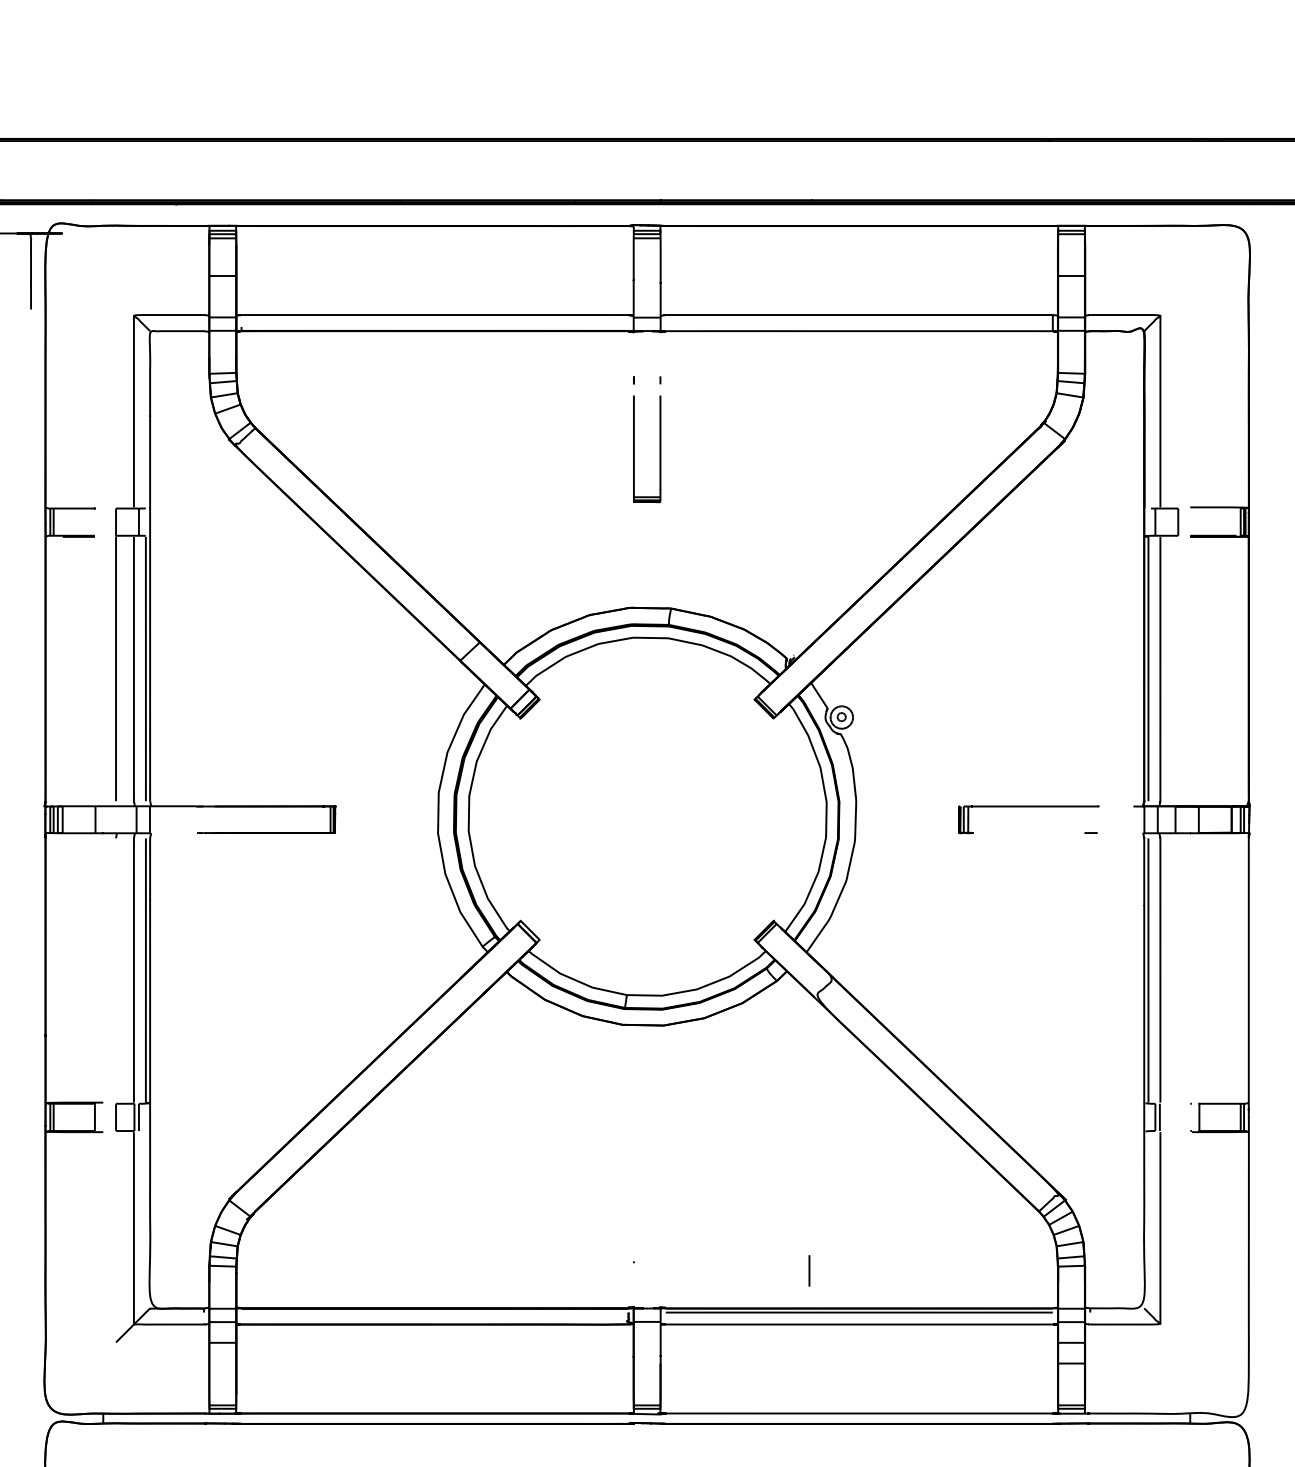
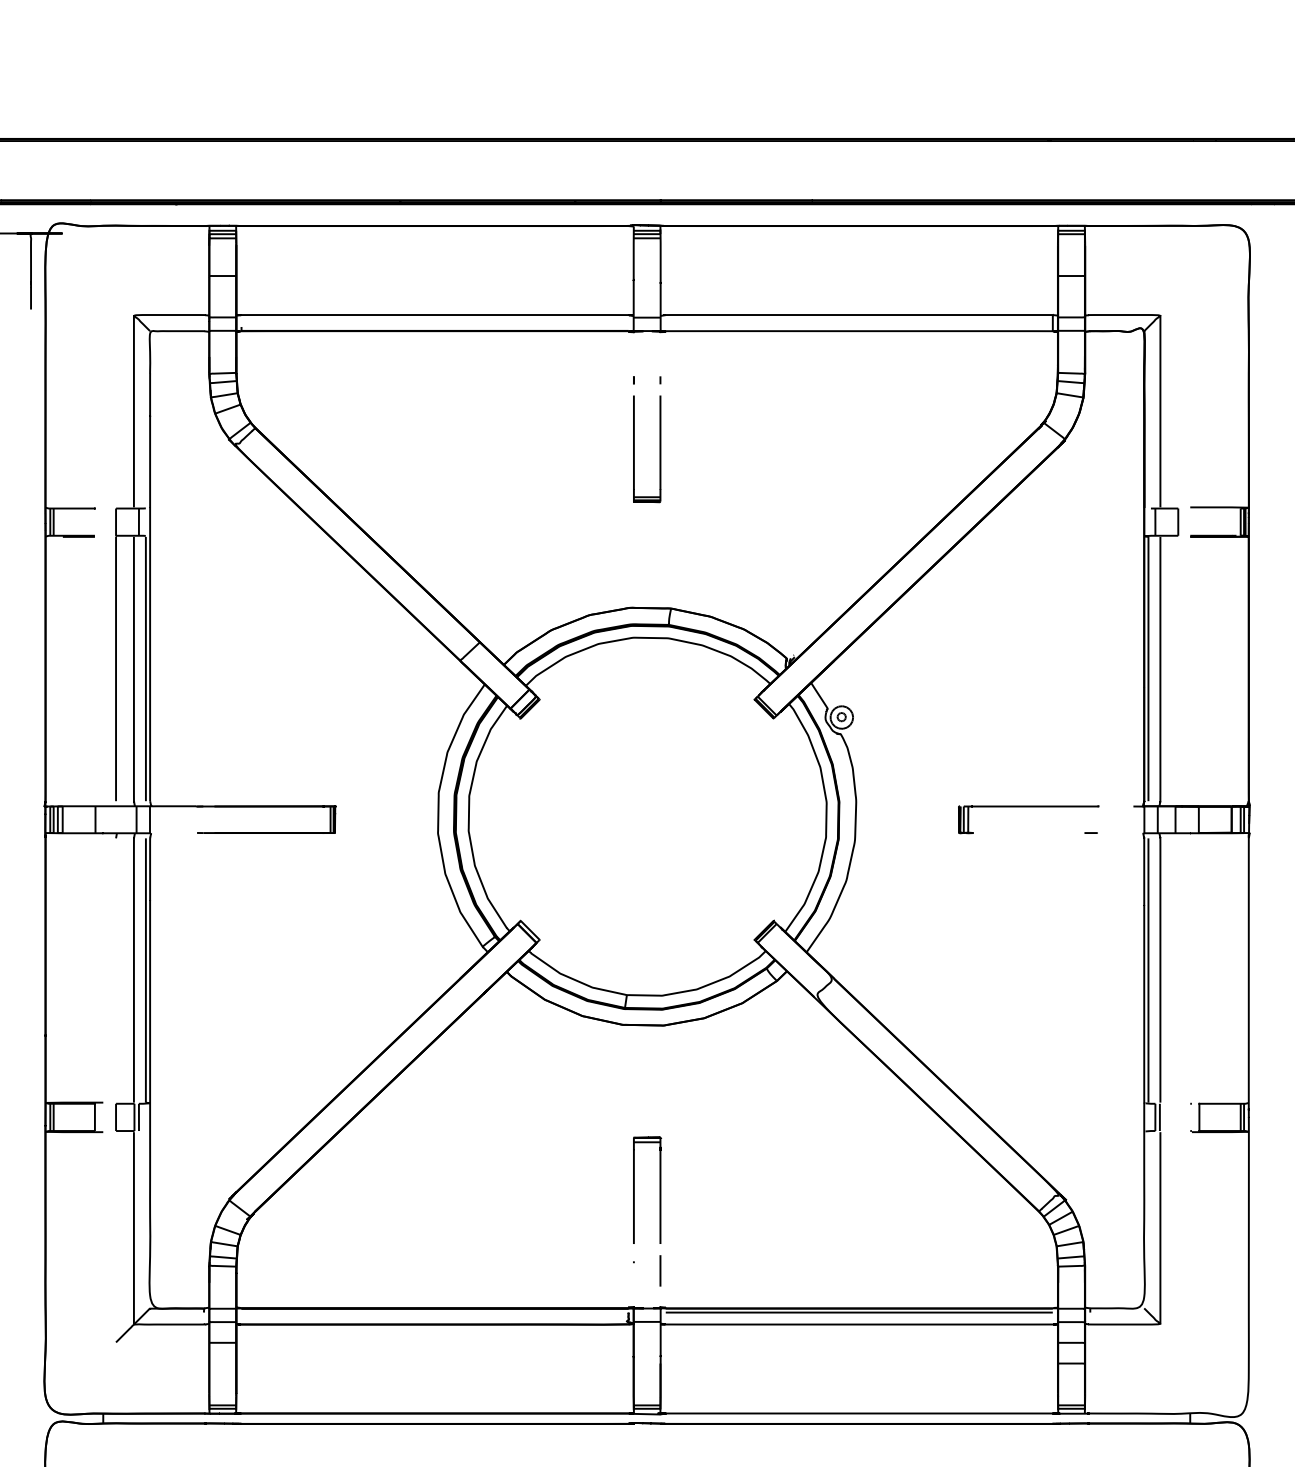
part at (659, 1189): none -> present
line at (809, 1270) position: (809, 1270) -> (660, 1270)
